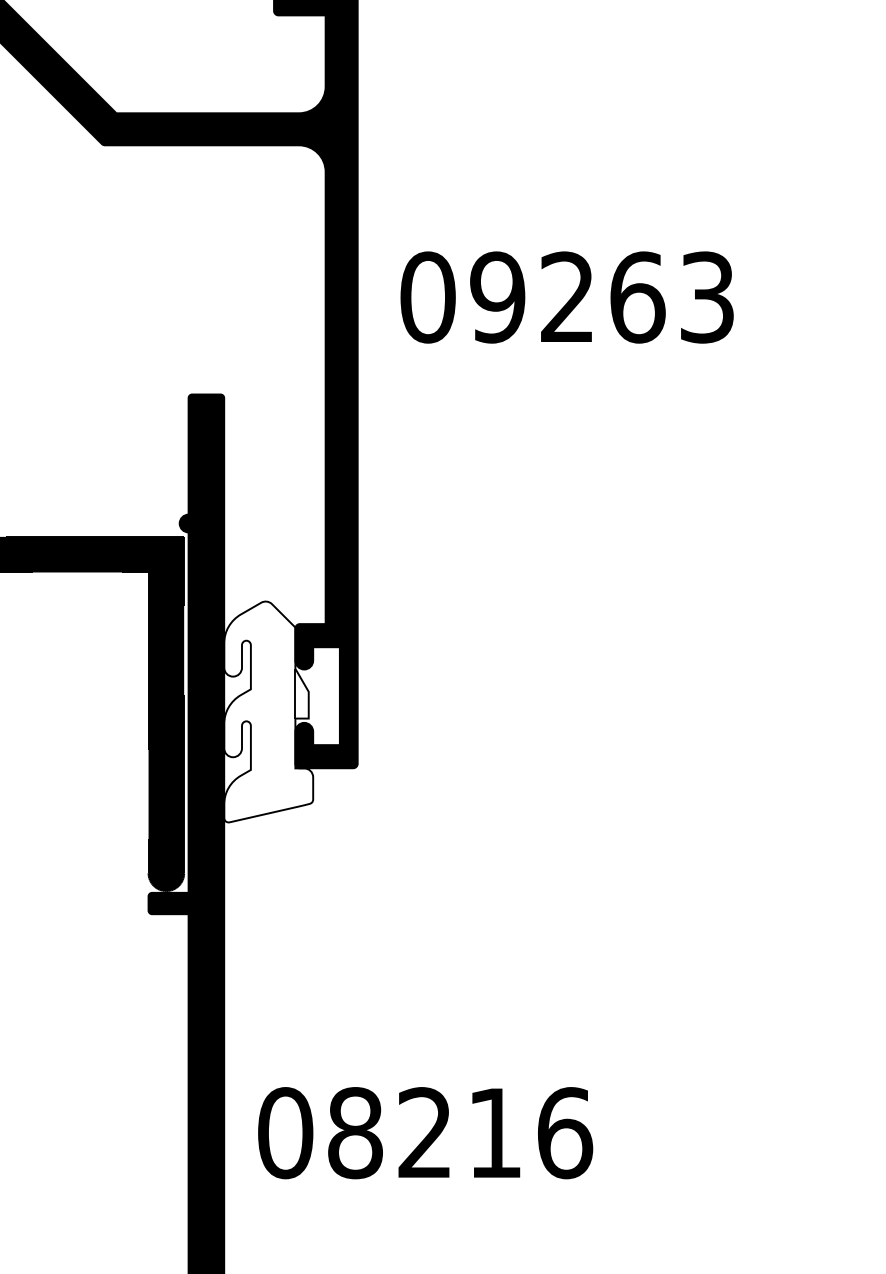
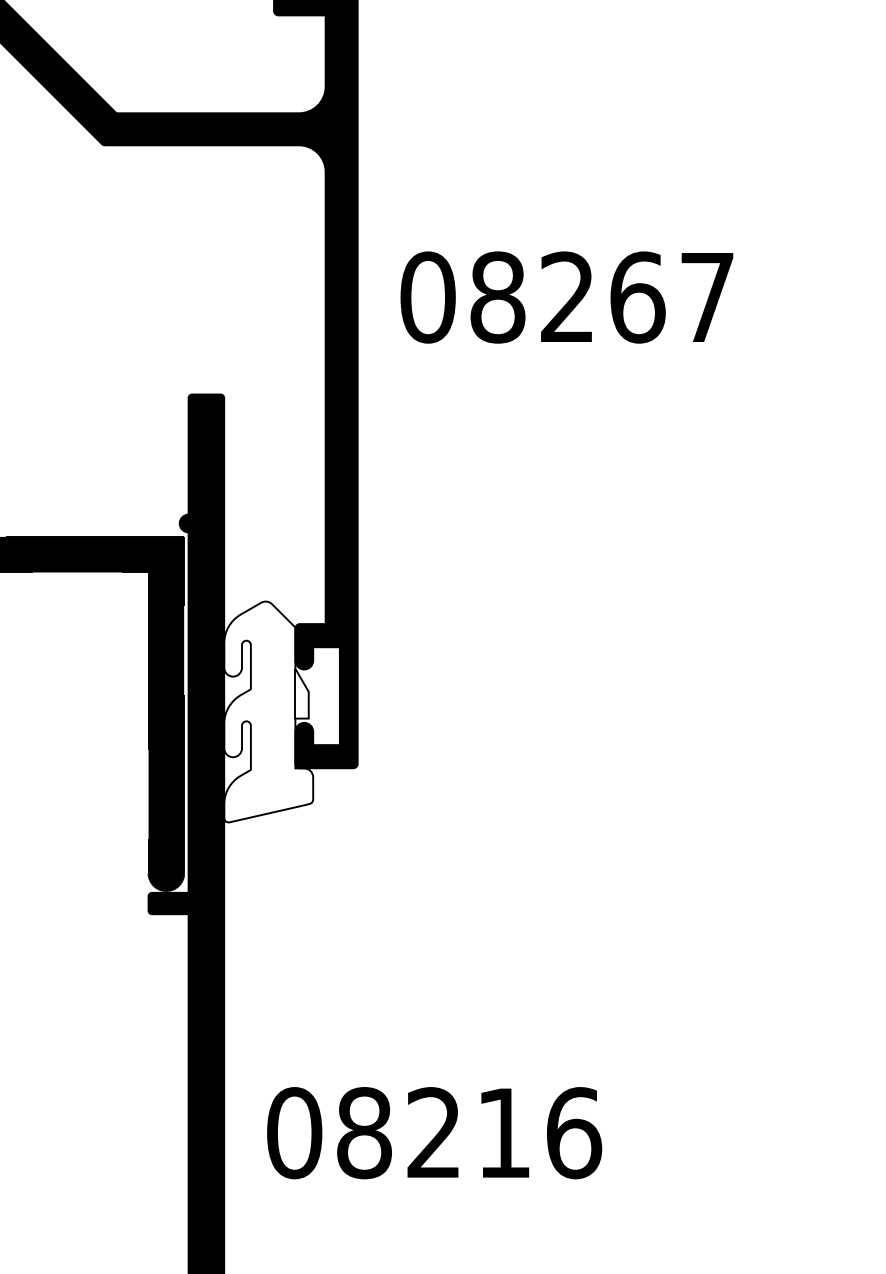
text at (601, 297): 09263 -> 08267
text at (425, 1133) position: (425, 1133) -> (434, 1133)
